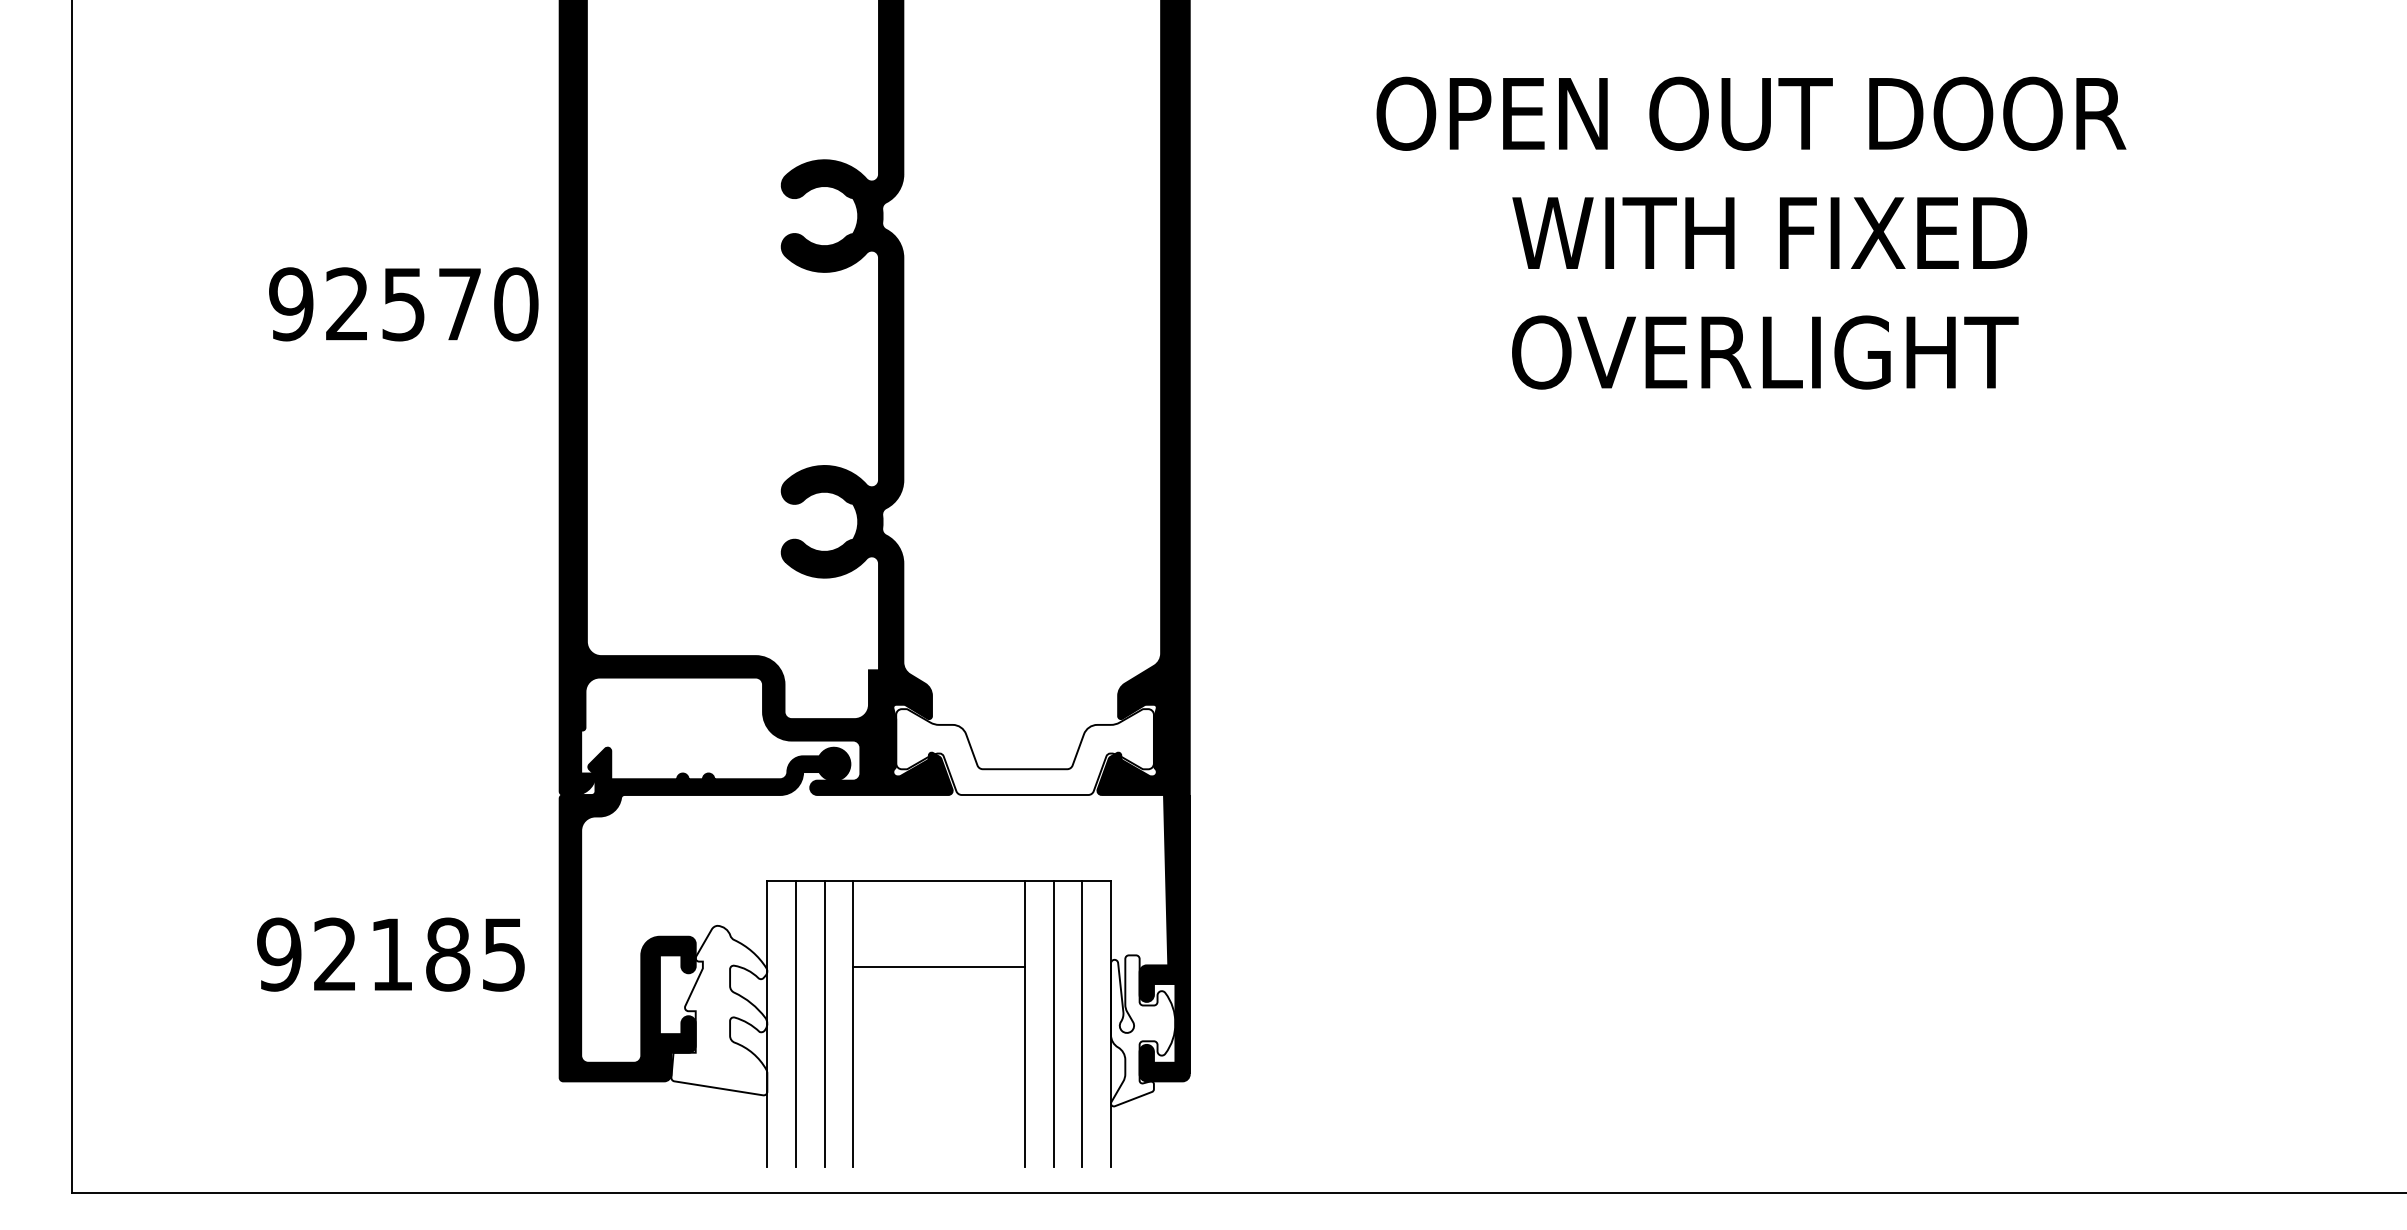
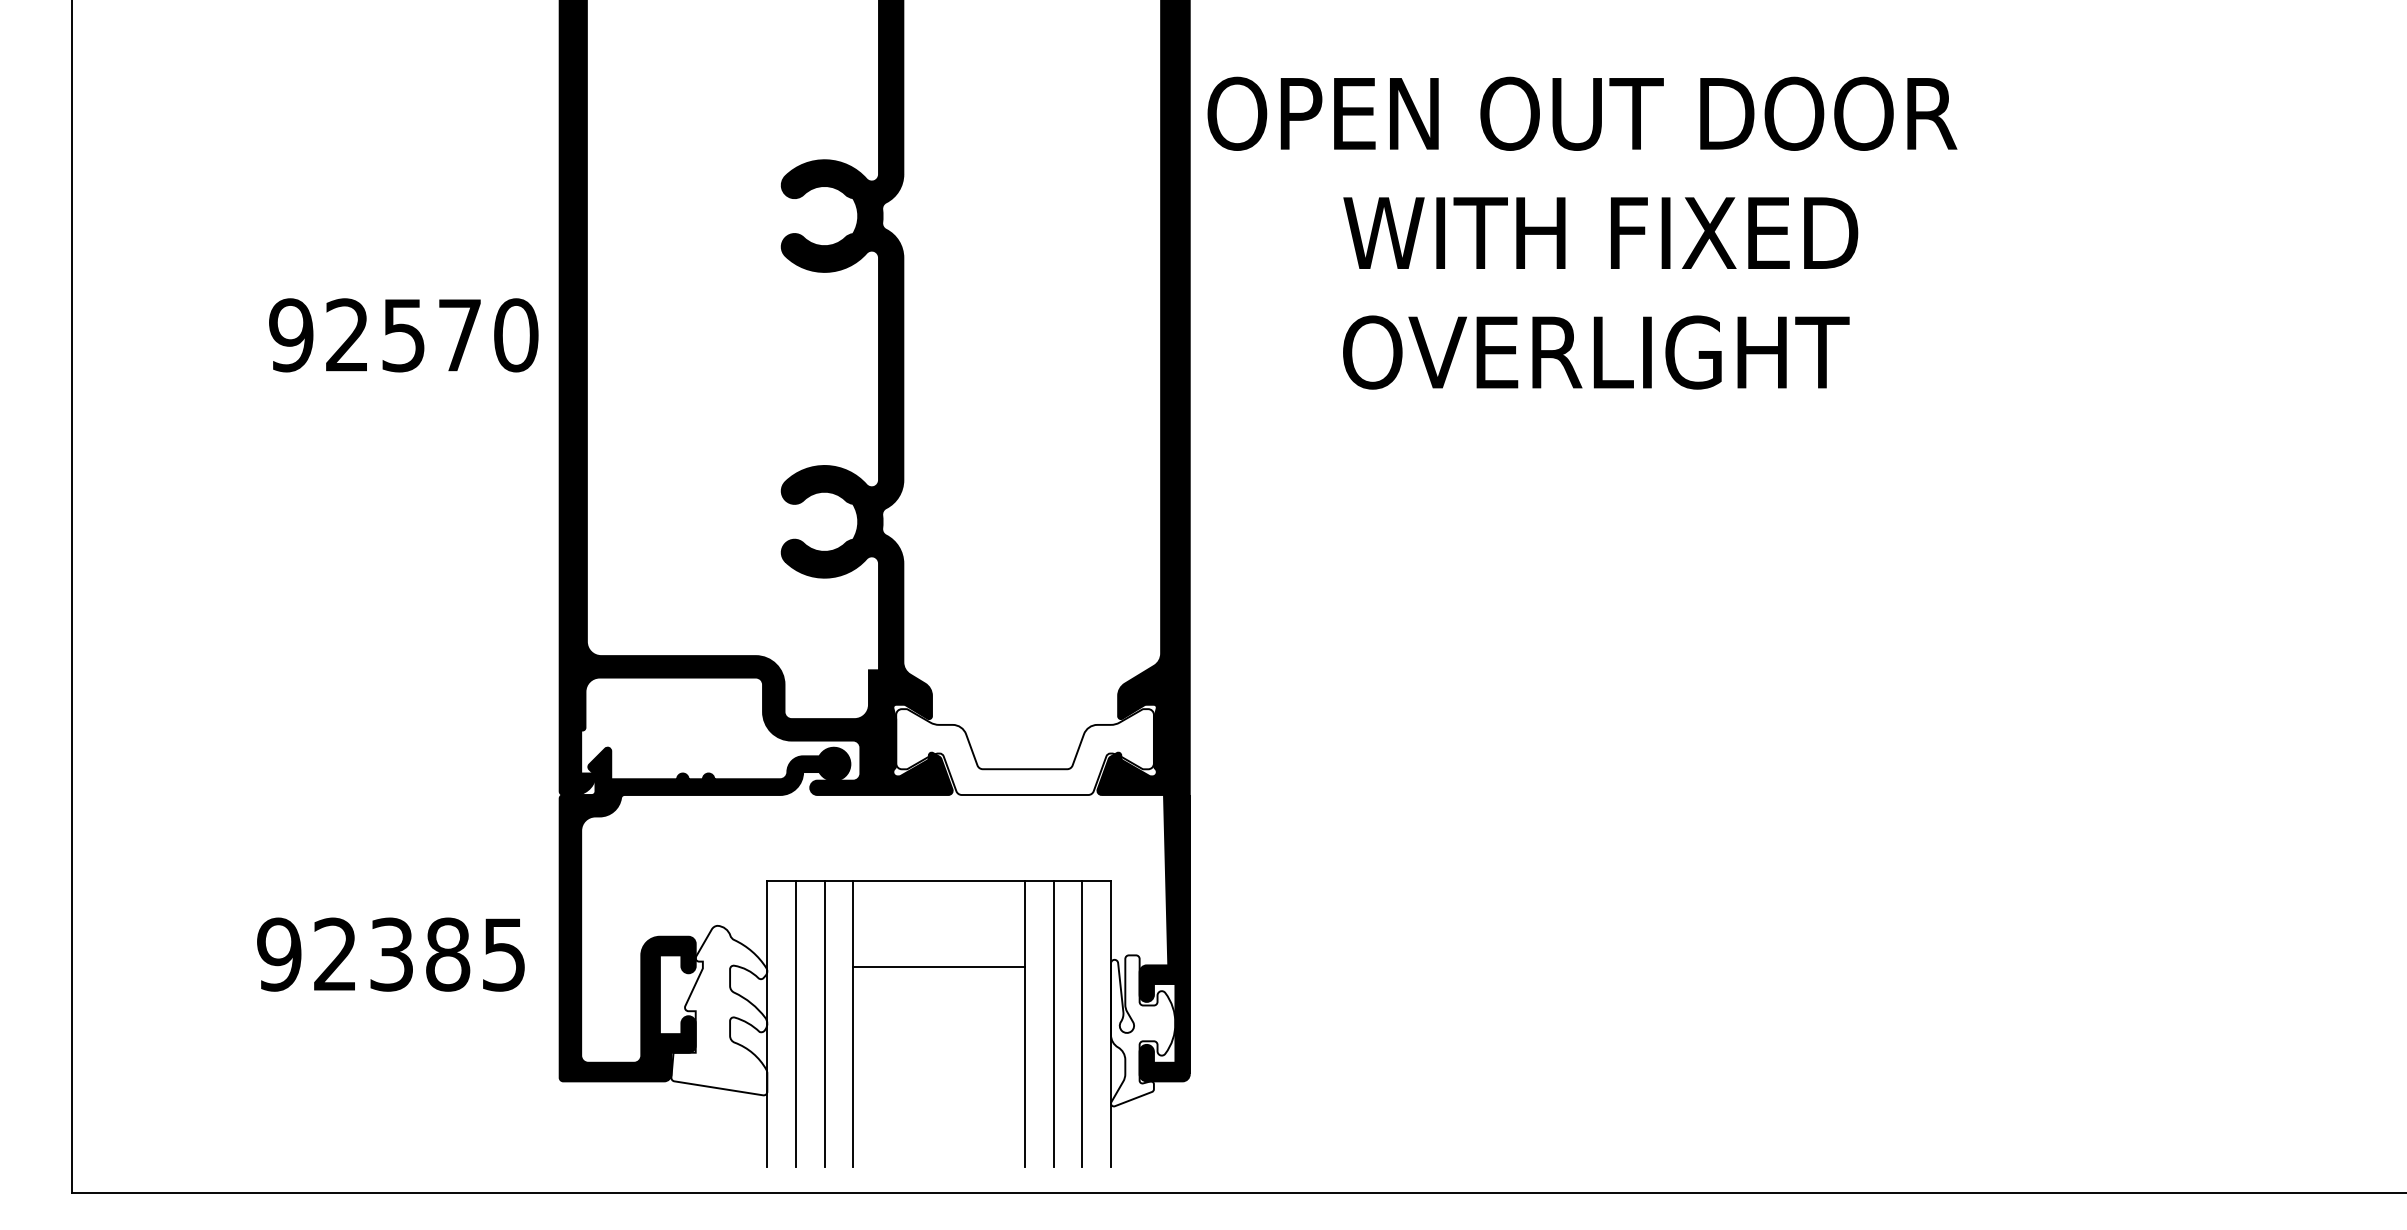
text at (1751, 232) position: (1751, 232) -> (1582, 232)
text at (403, 304) position: (403, 304) -> (403, 335)
text at (391, 954): 92185 -> 92385
